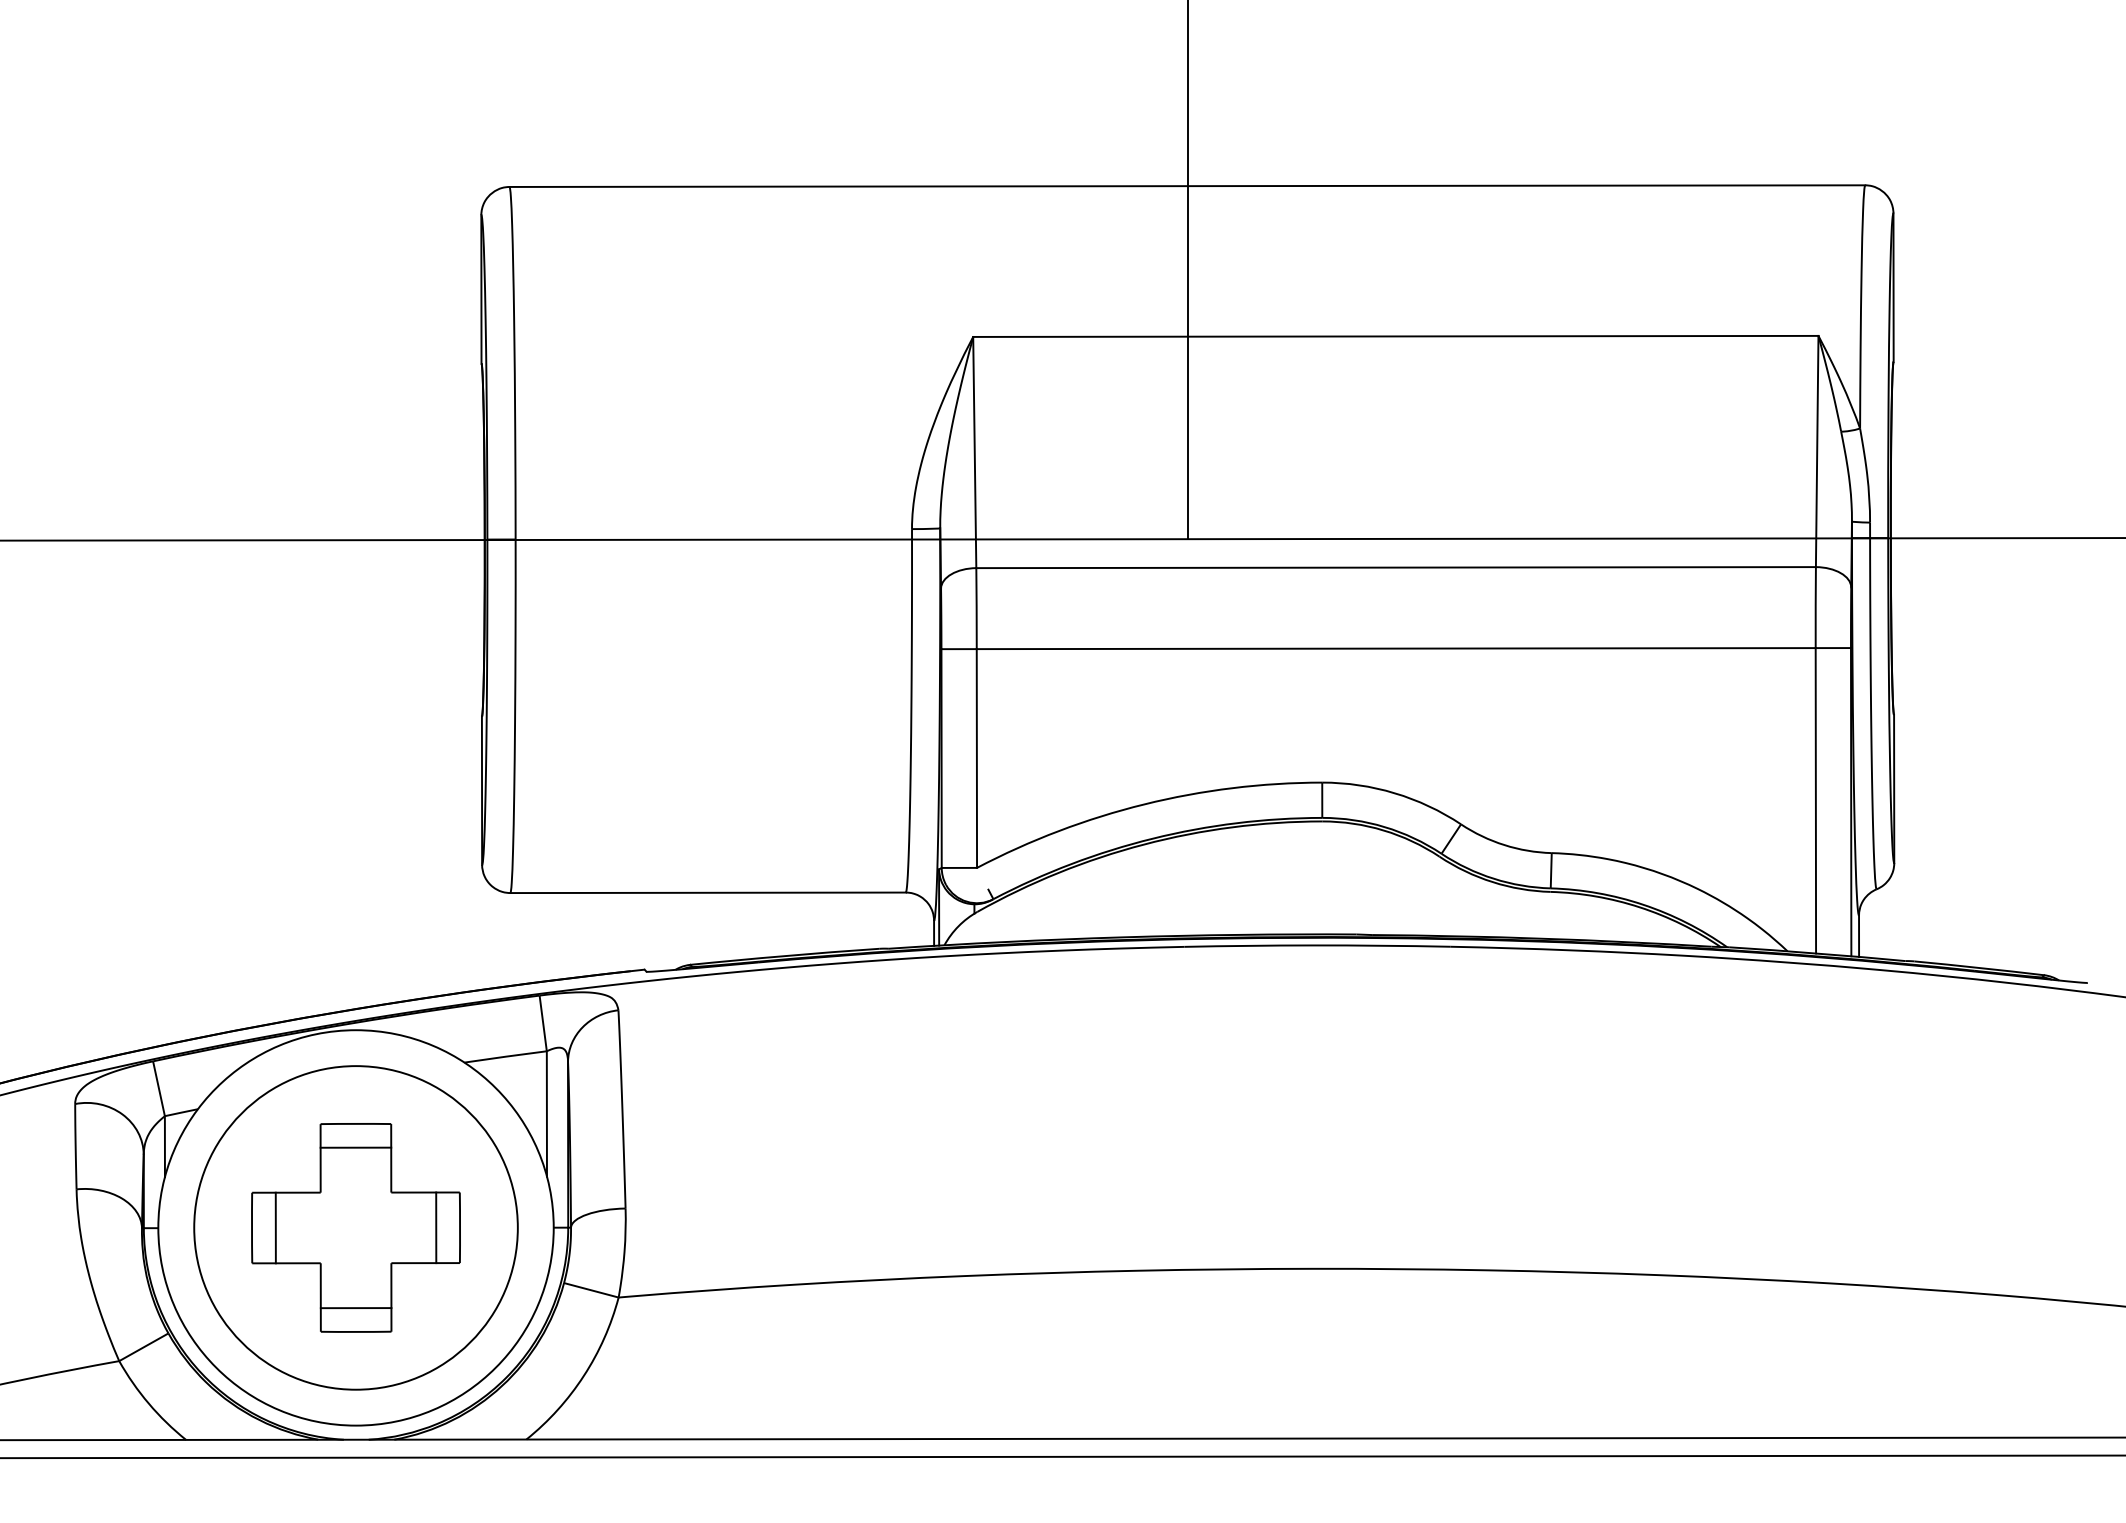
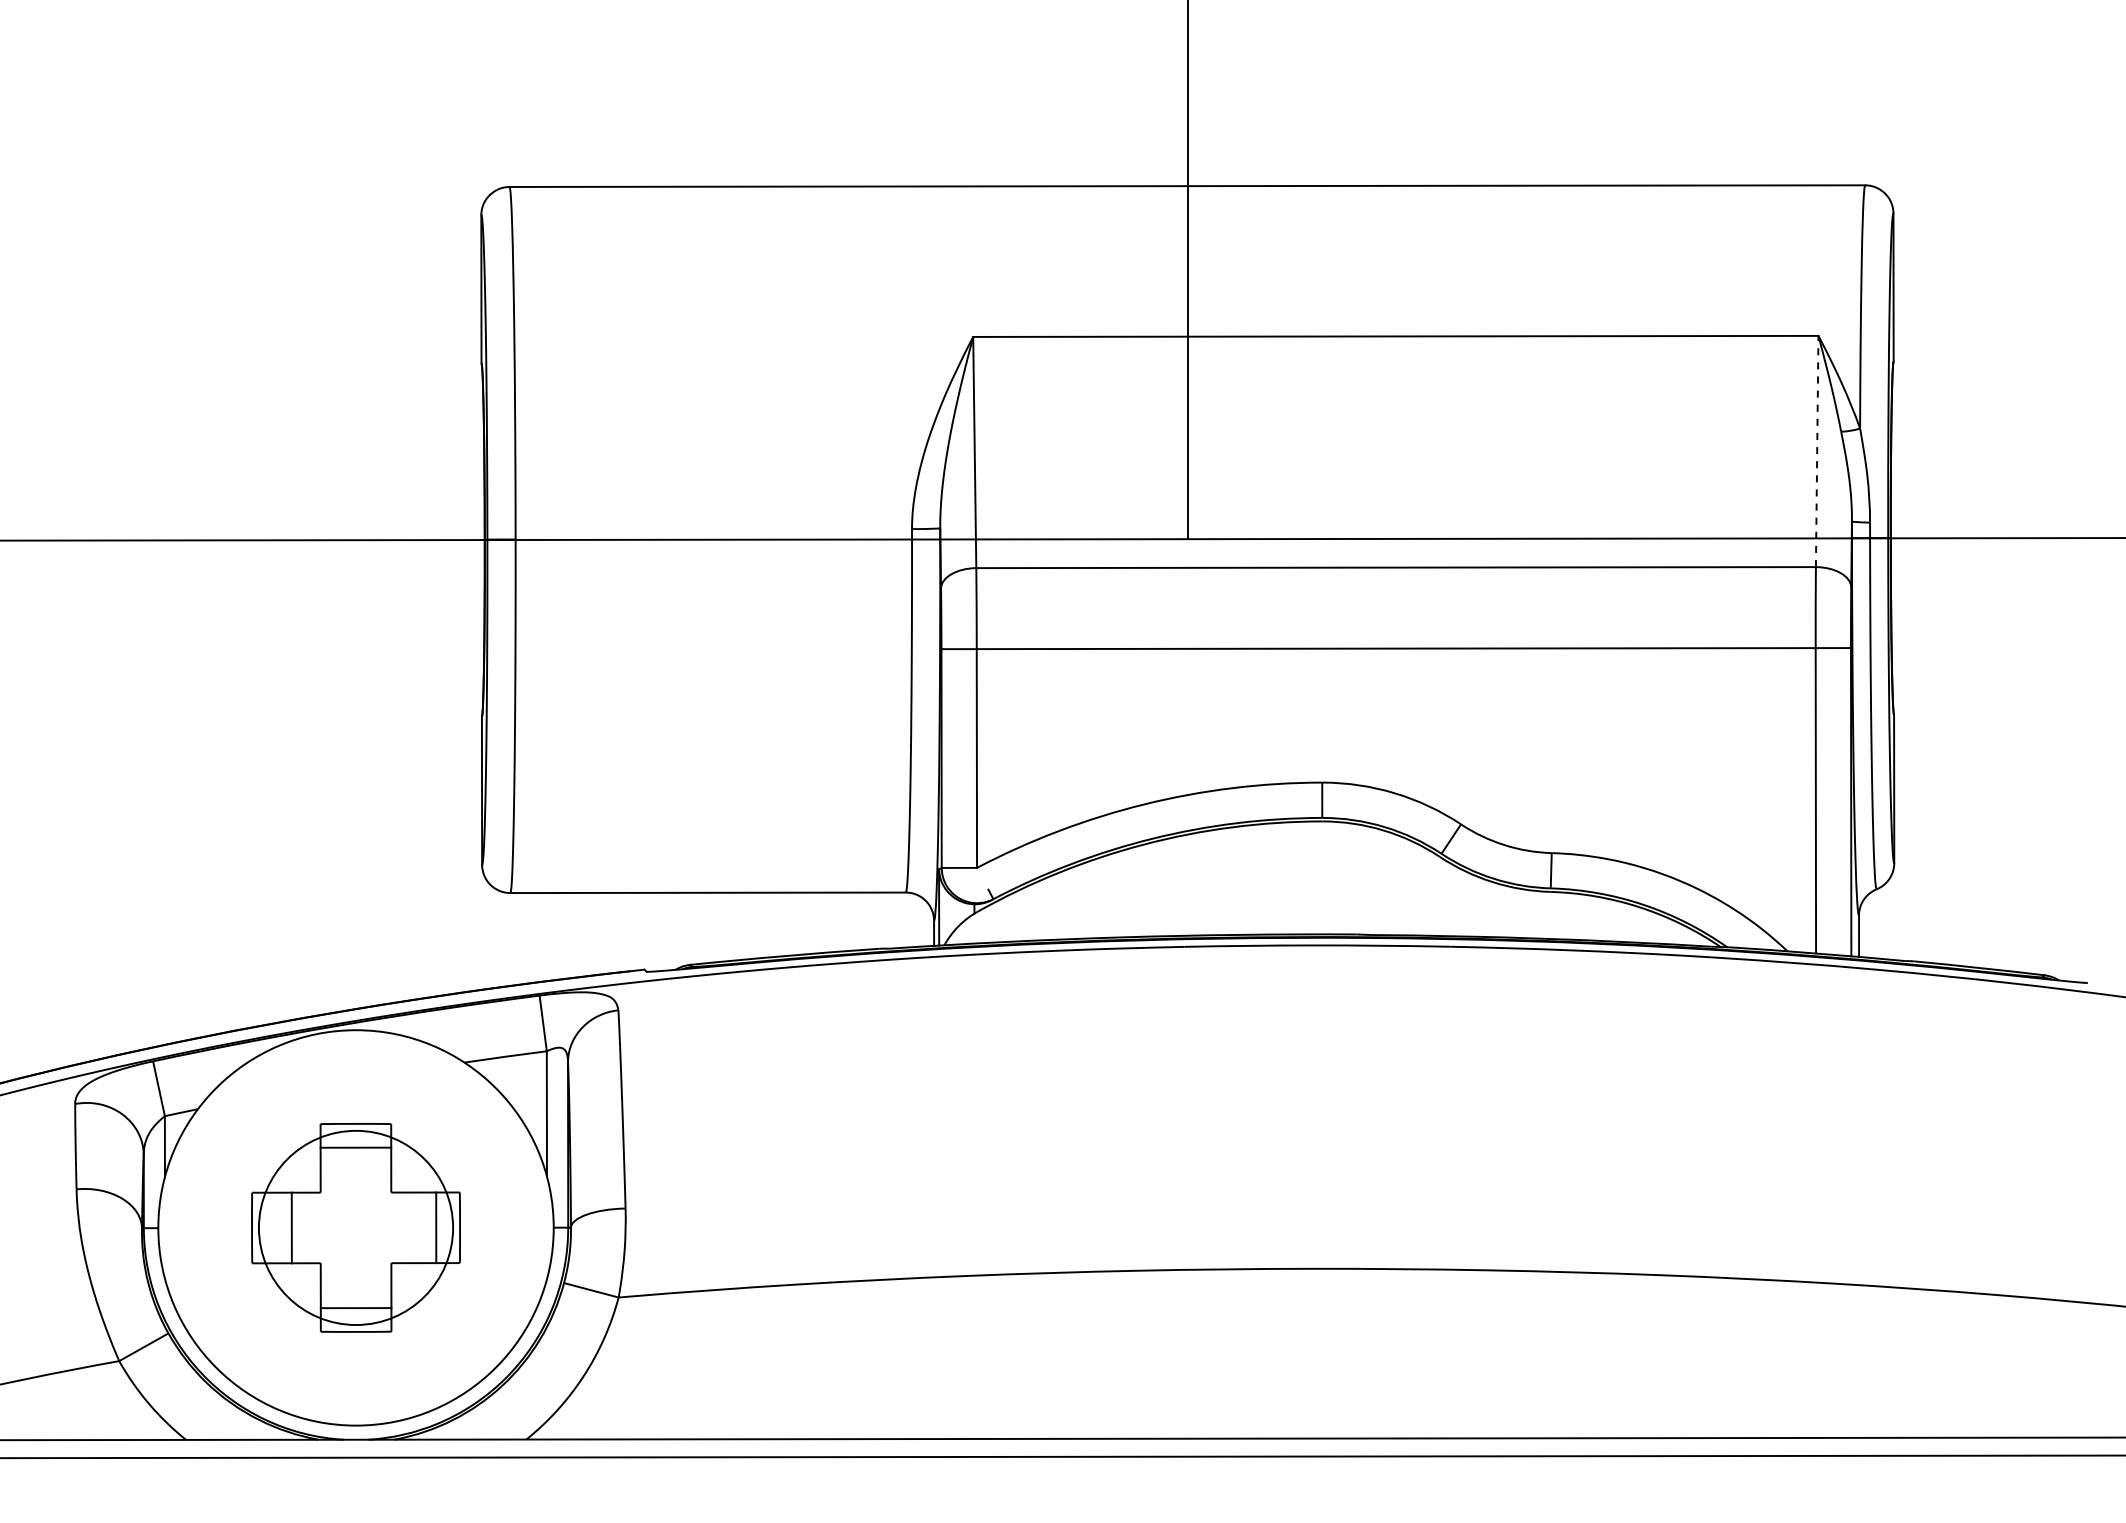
line at (1817, 451): solid -> dashed
line at (275, 1227) position: (275, 1227) -> (291, 1227)
circle at (355, 1227) diameter: 324 px -> 194 px
